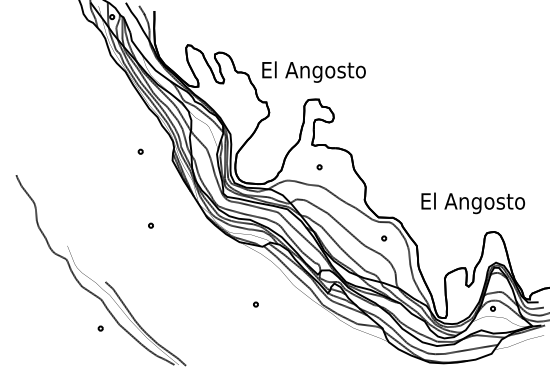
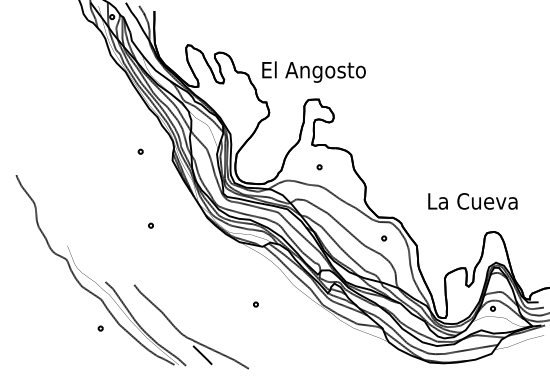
text at (473, 203): El Angosto -> La Cueva
part at (184, 334): none -> present
